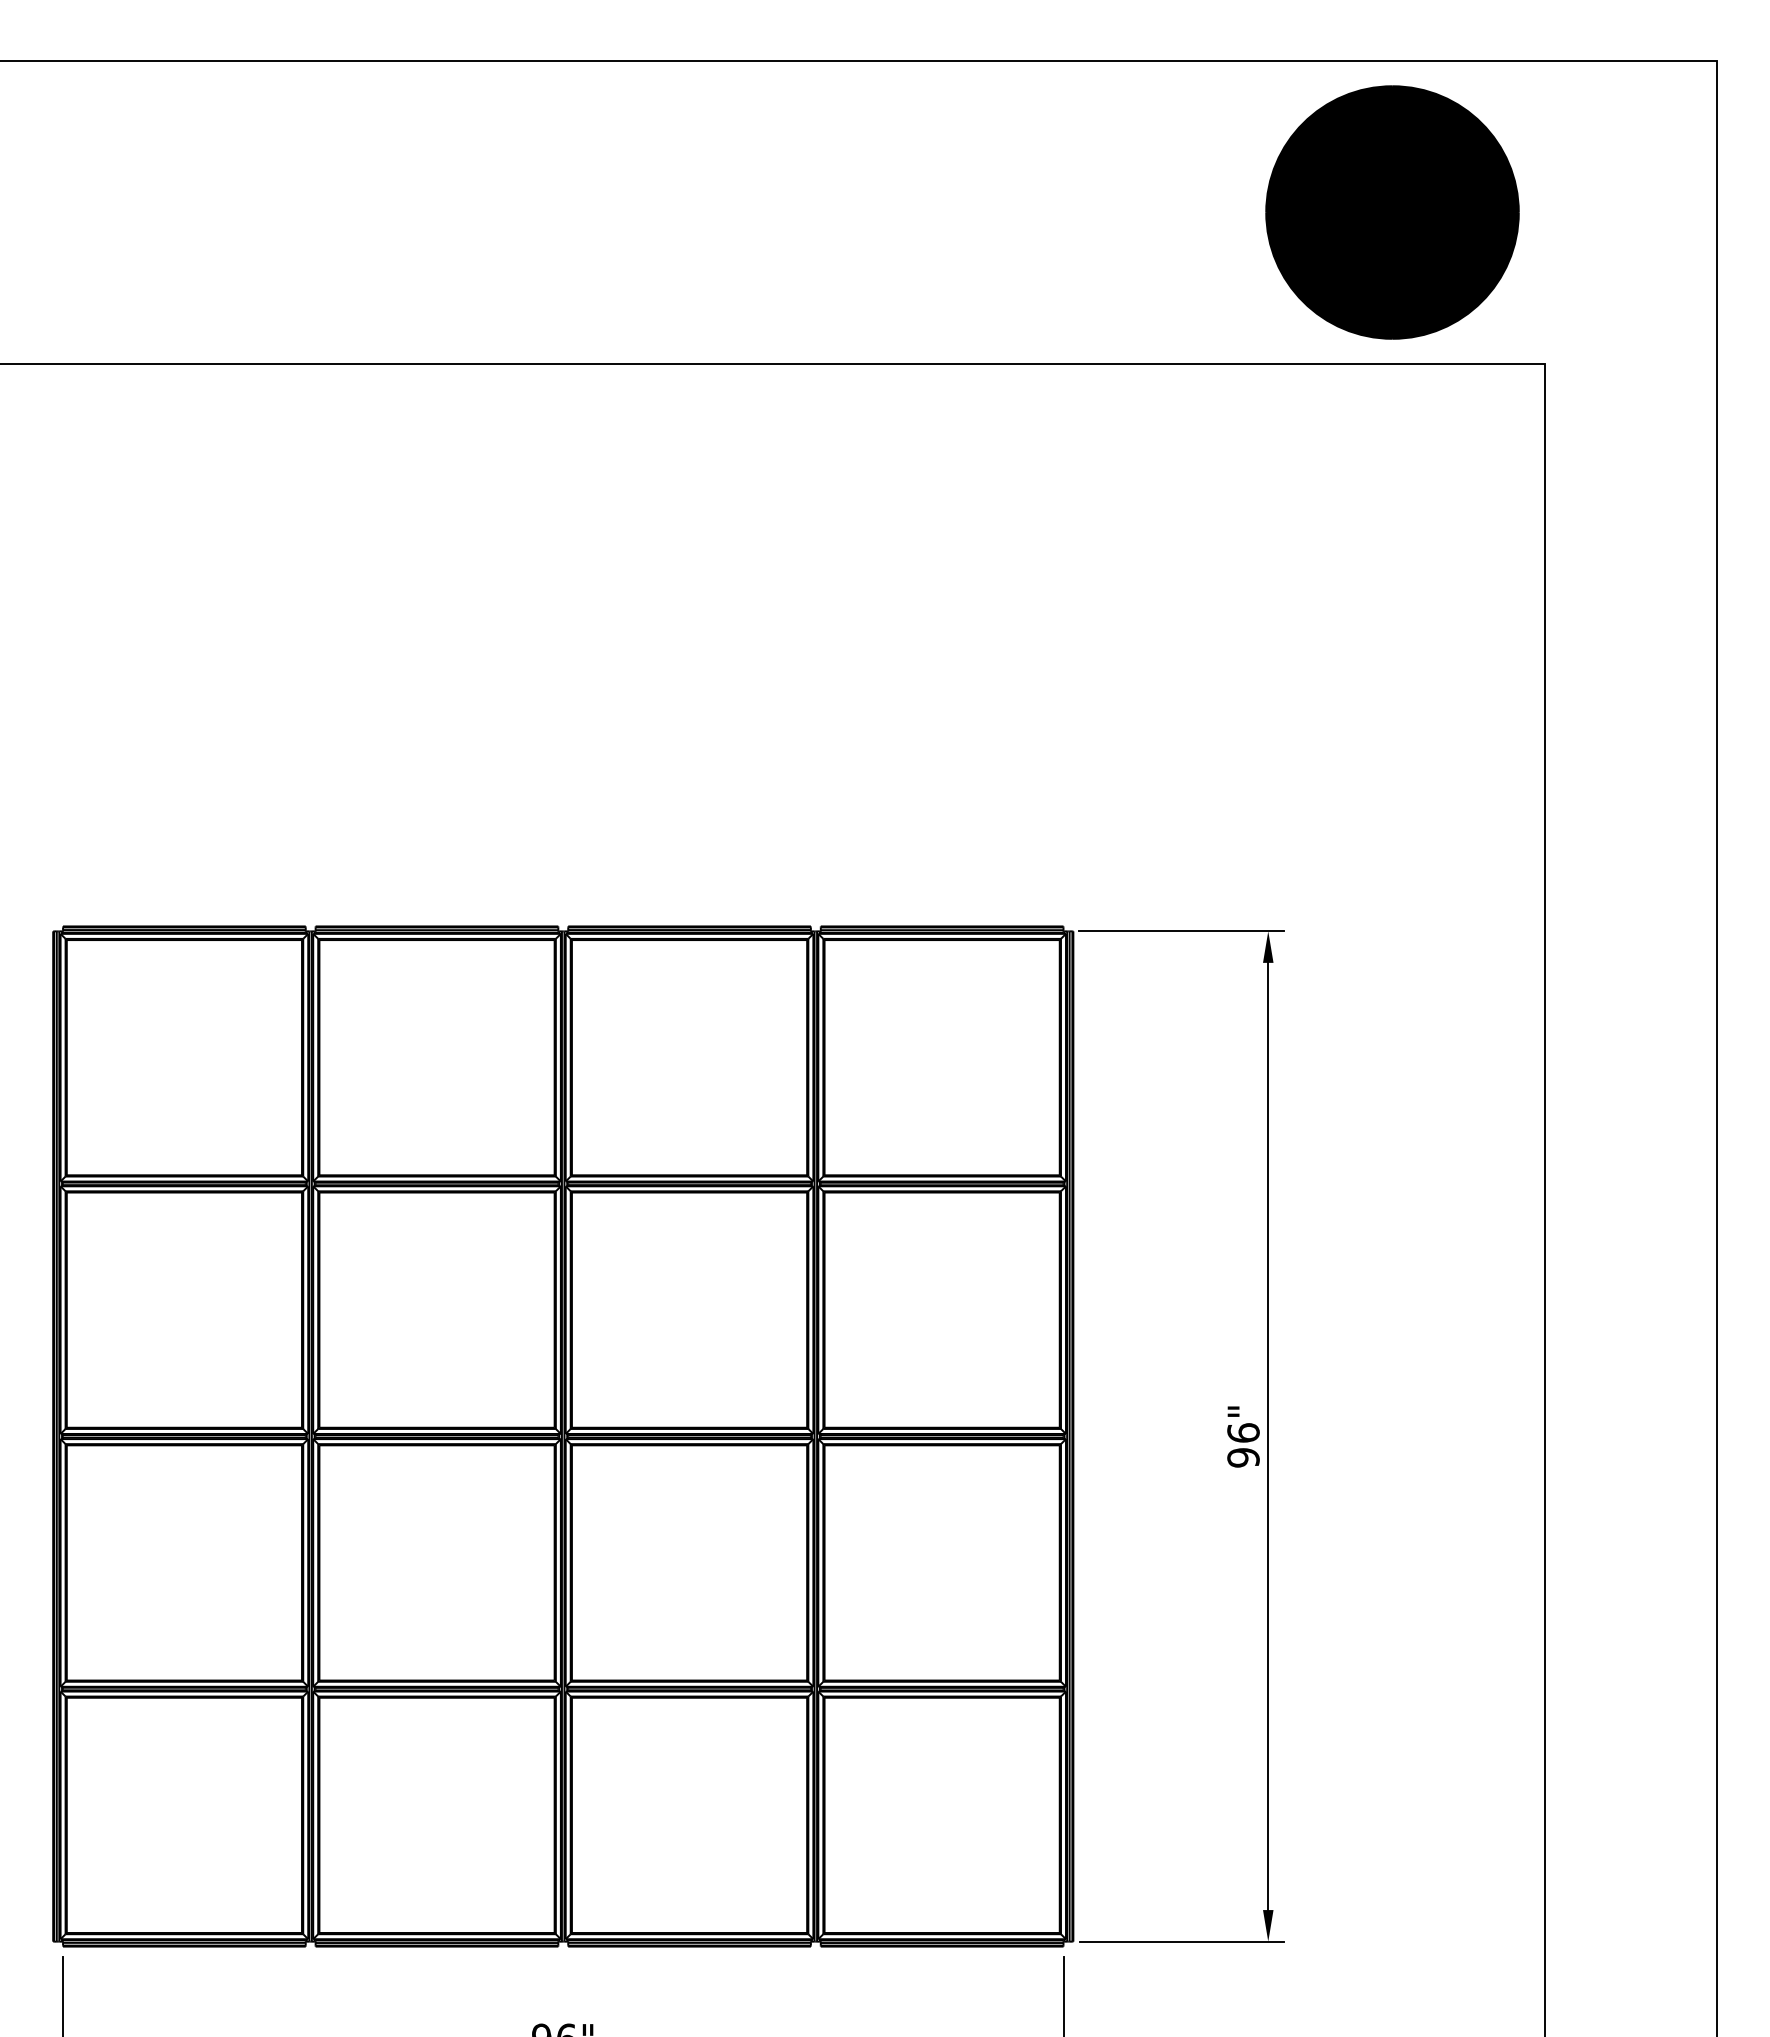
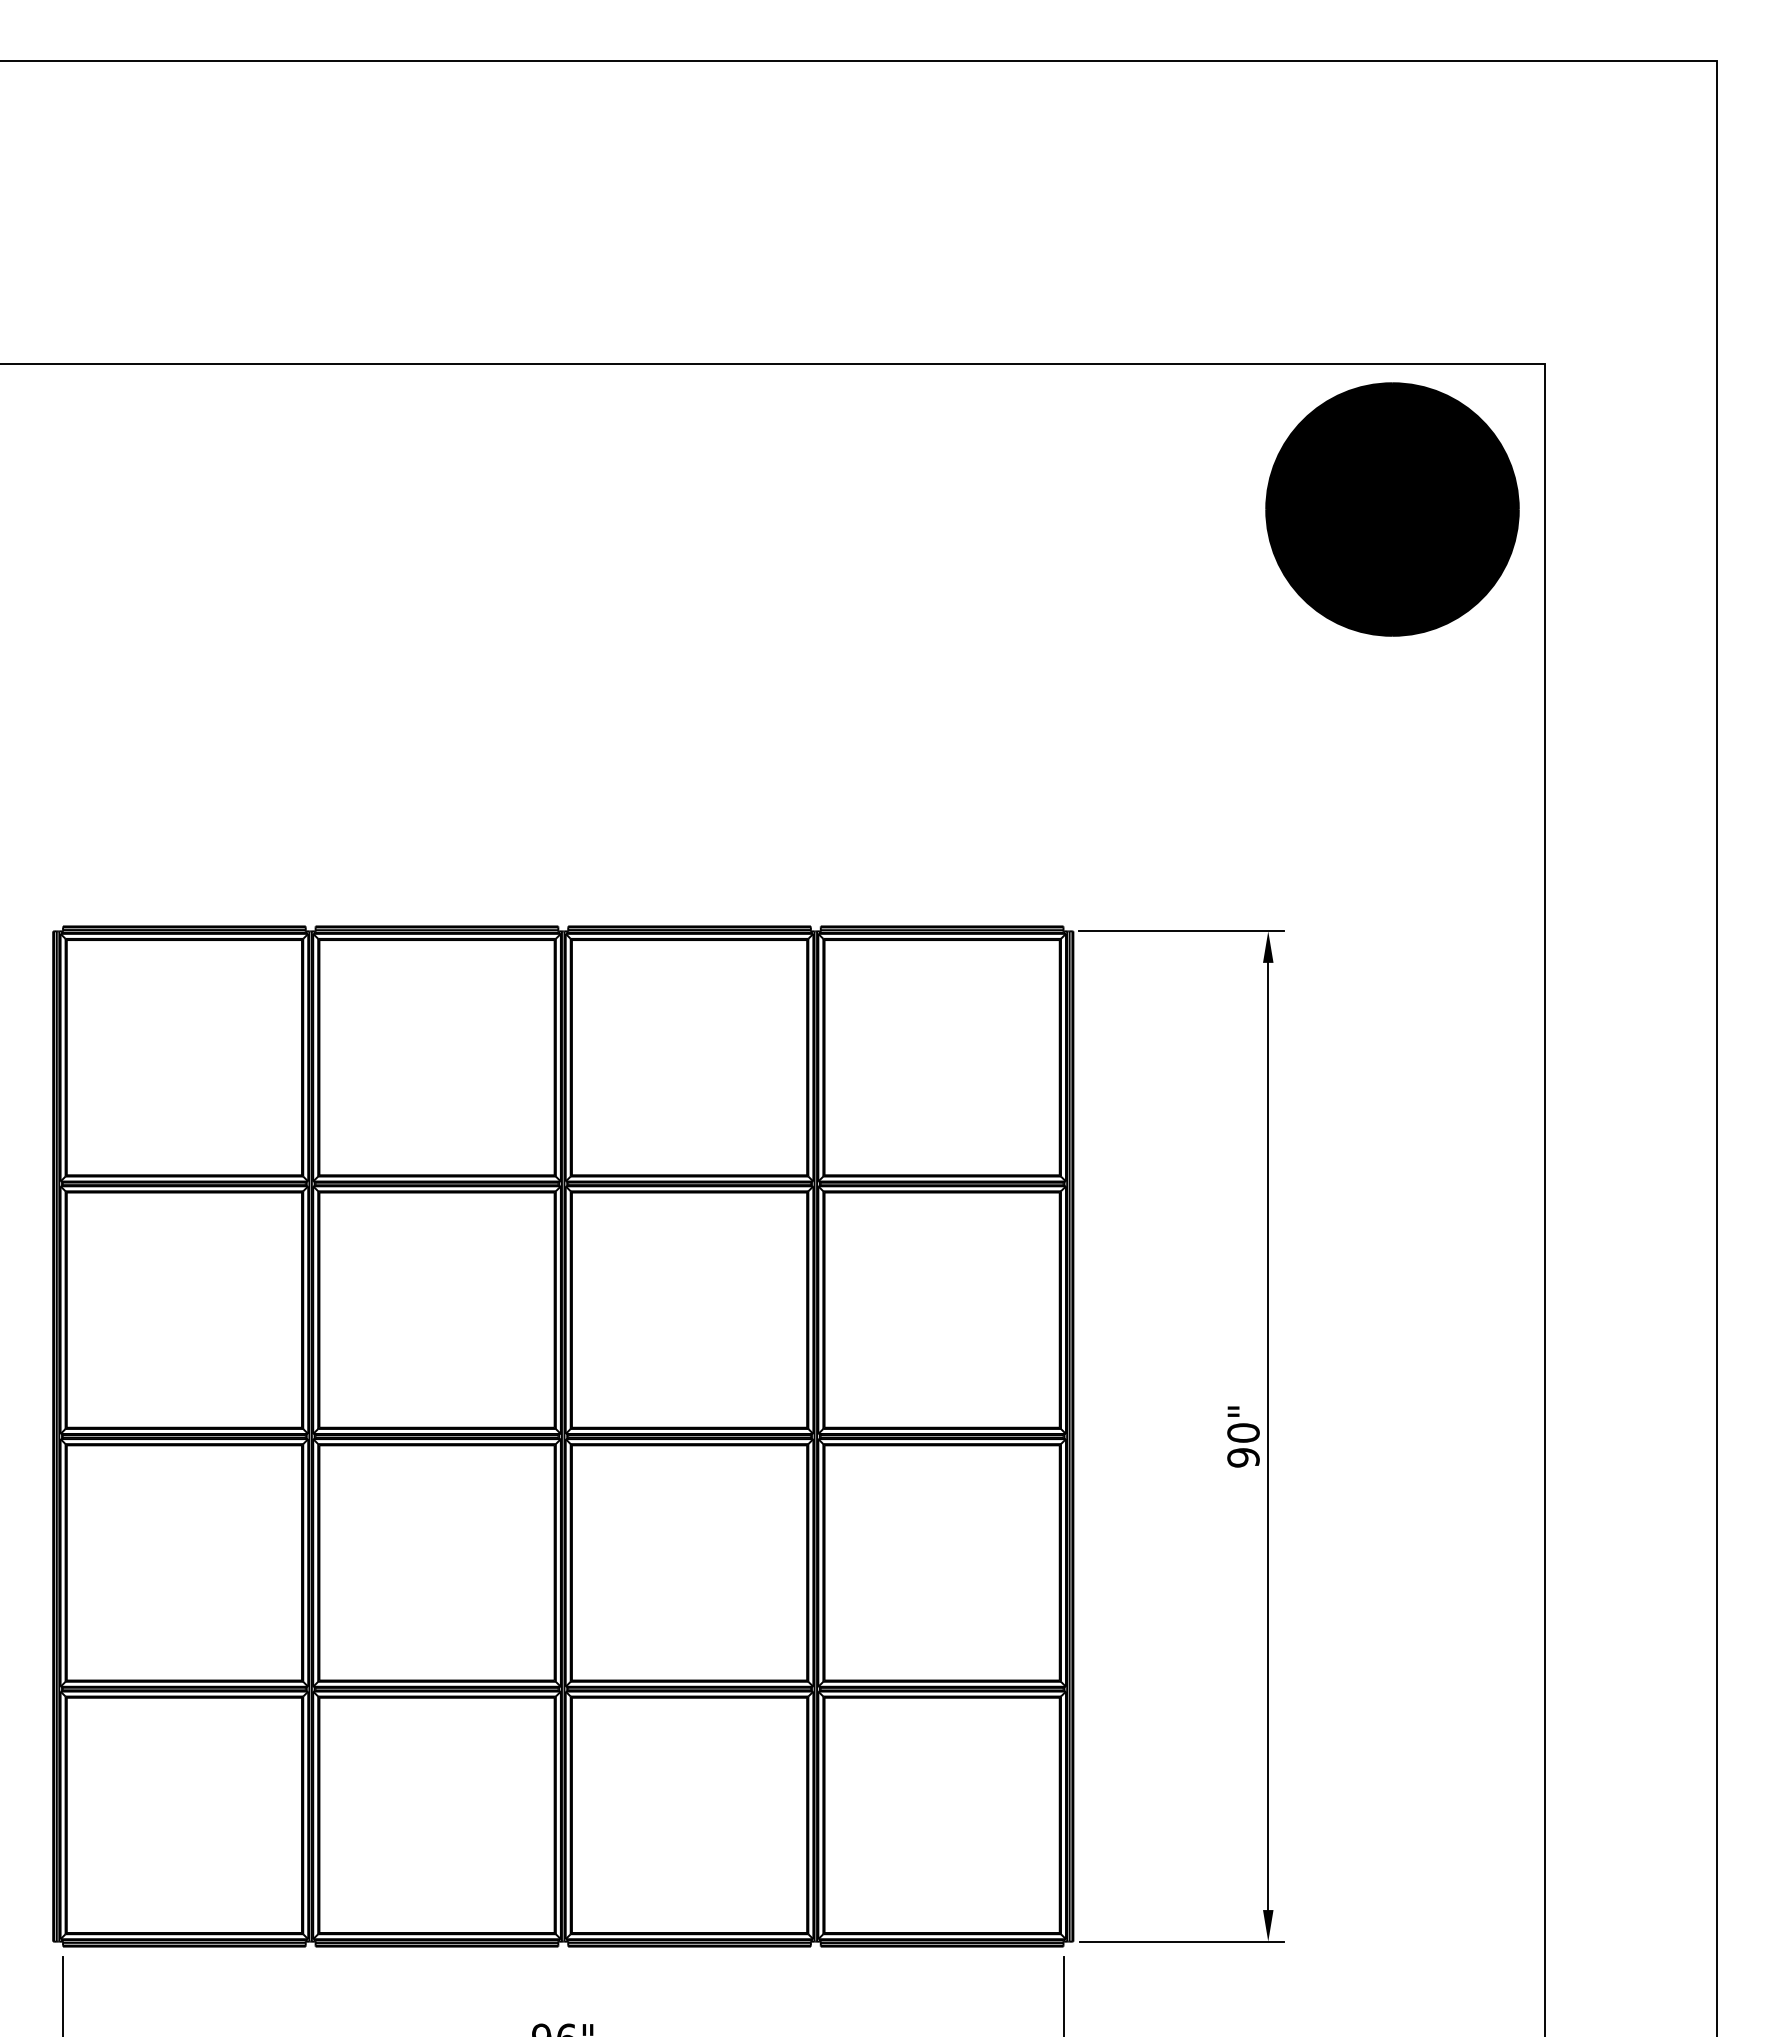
part at (1392, 212) position: (1392, 212) -> (1392, 509)
text at (1243, 1432): 96" -> 90"
